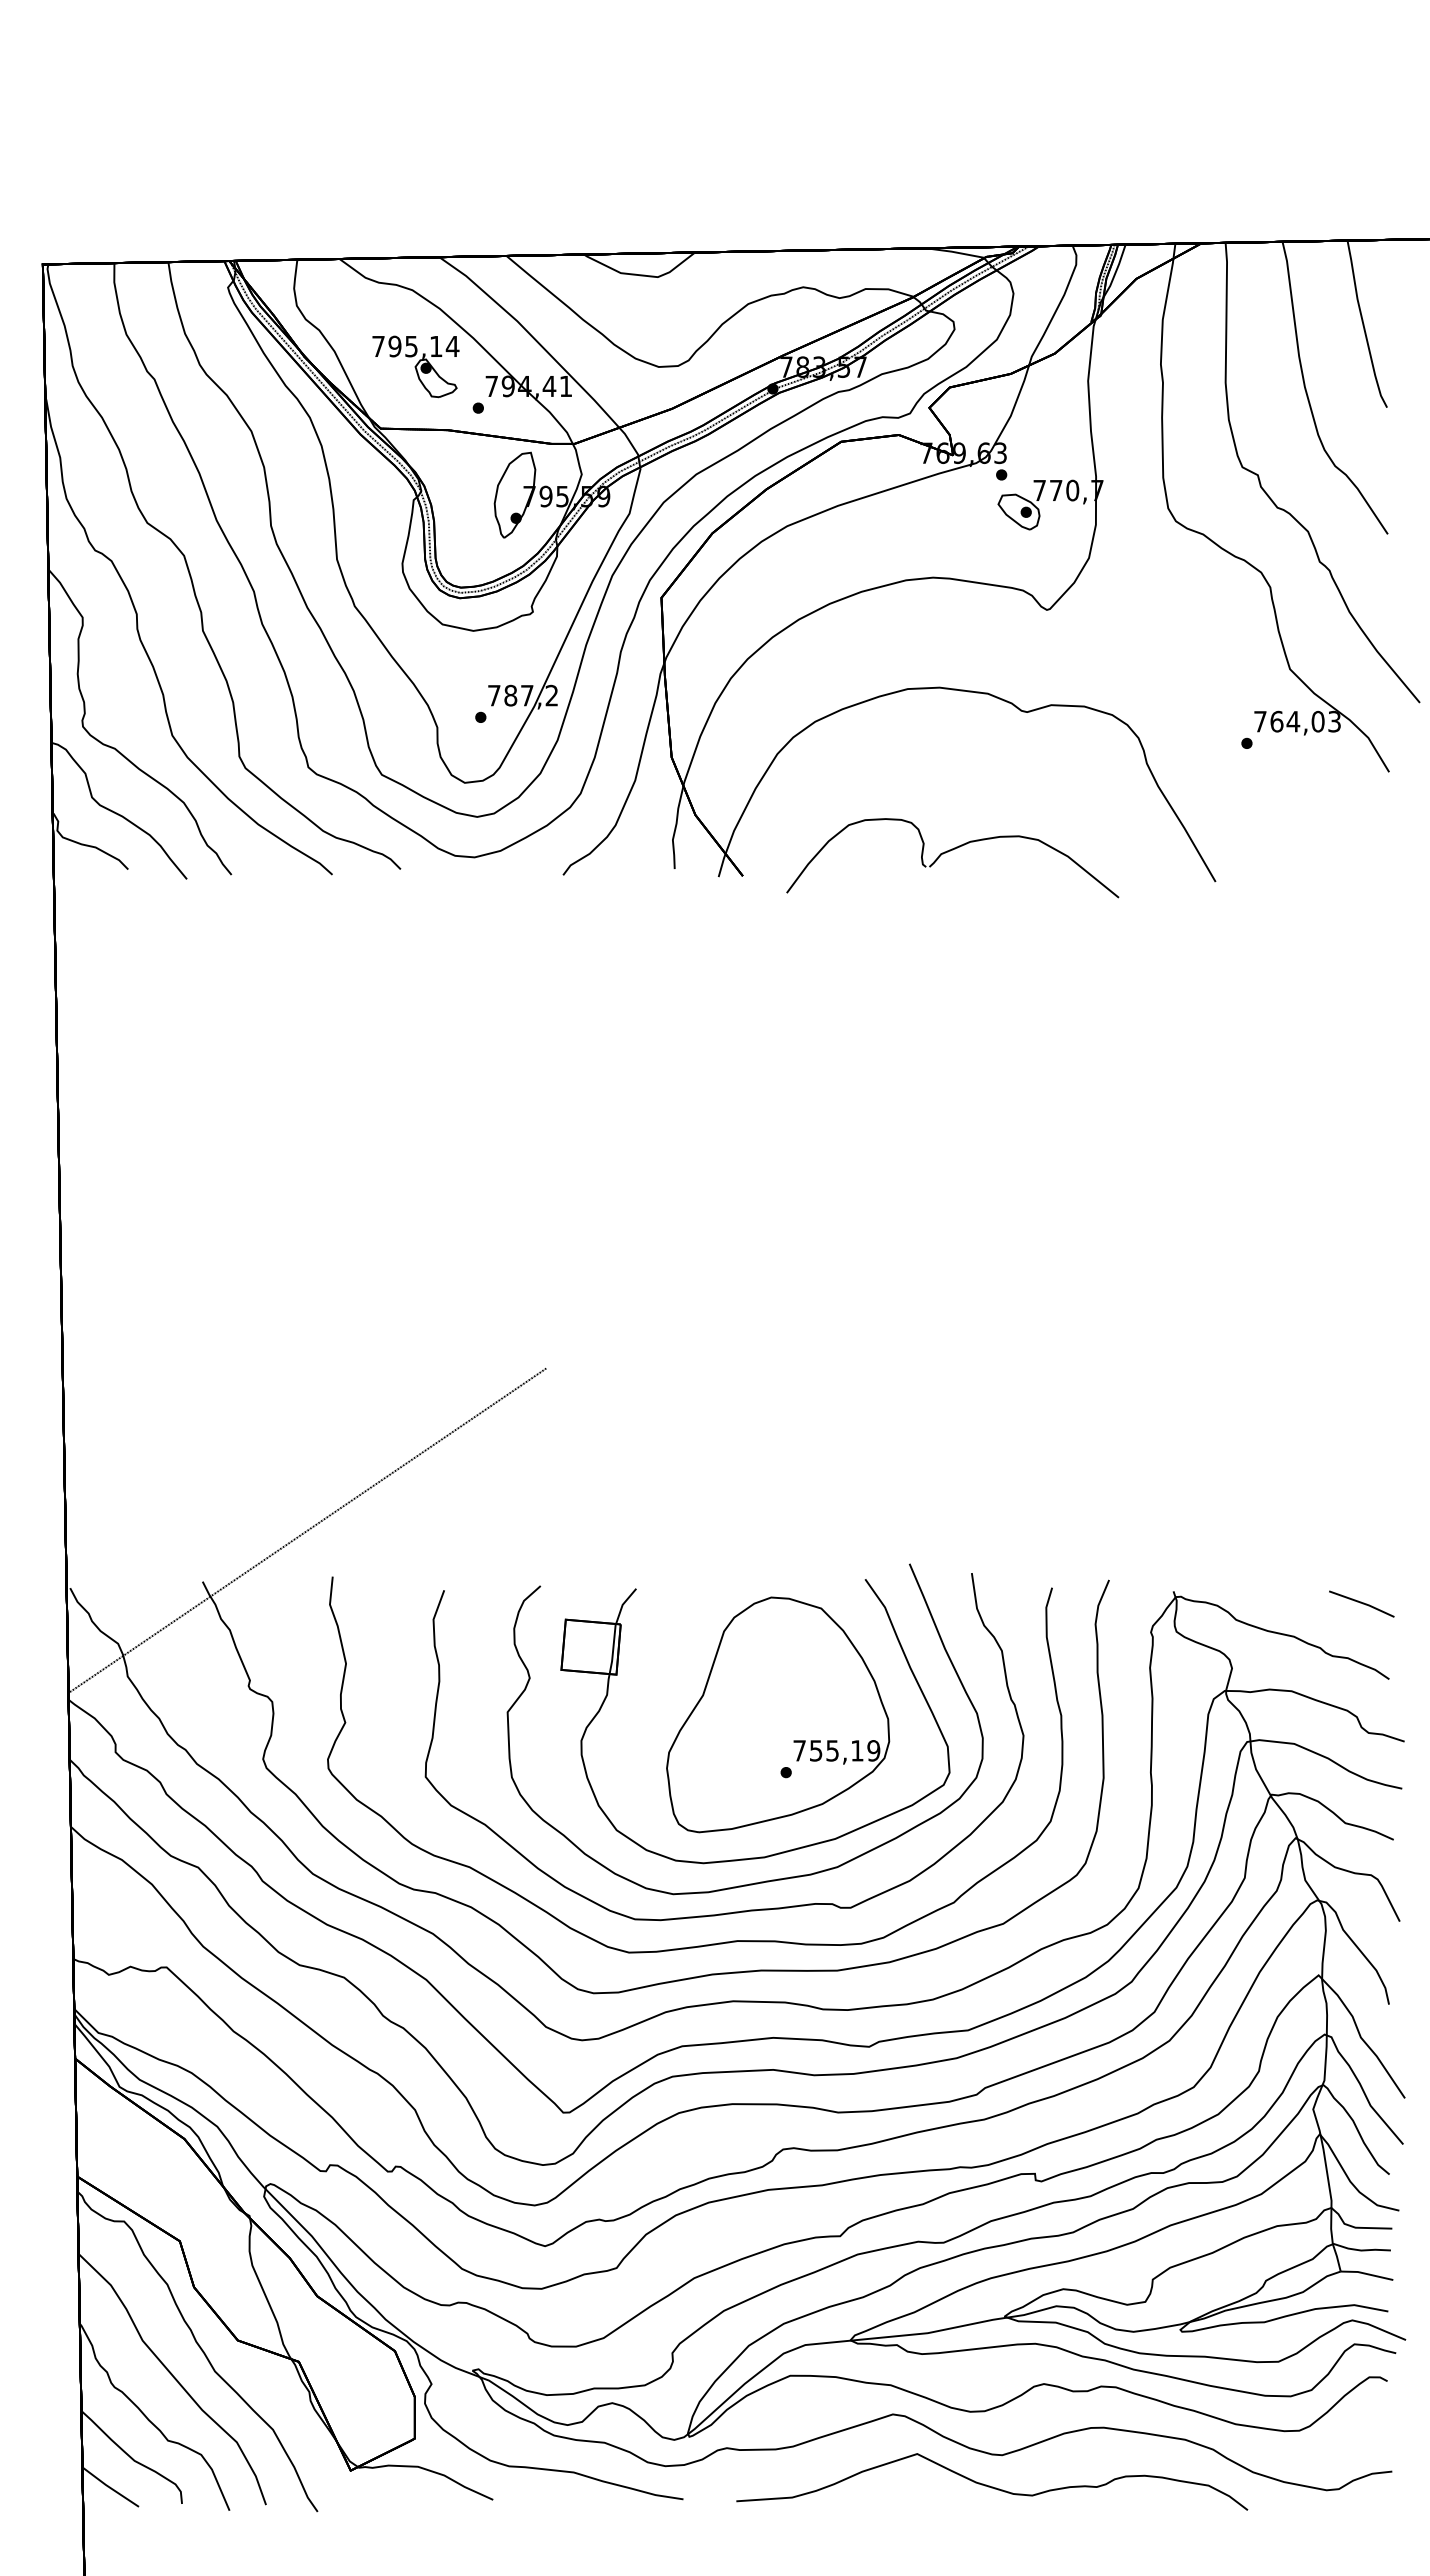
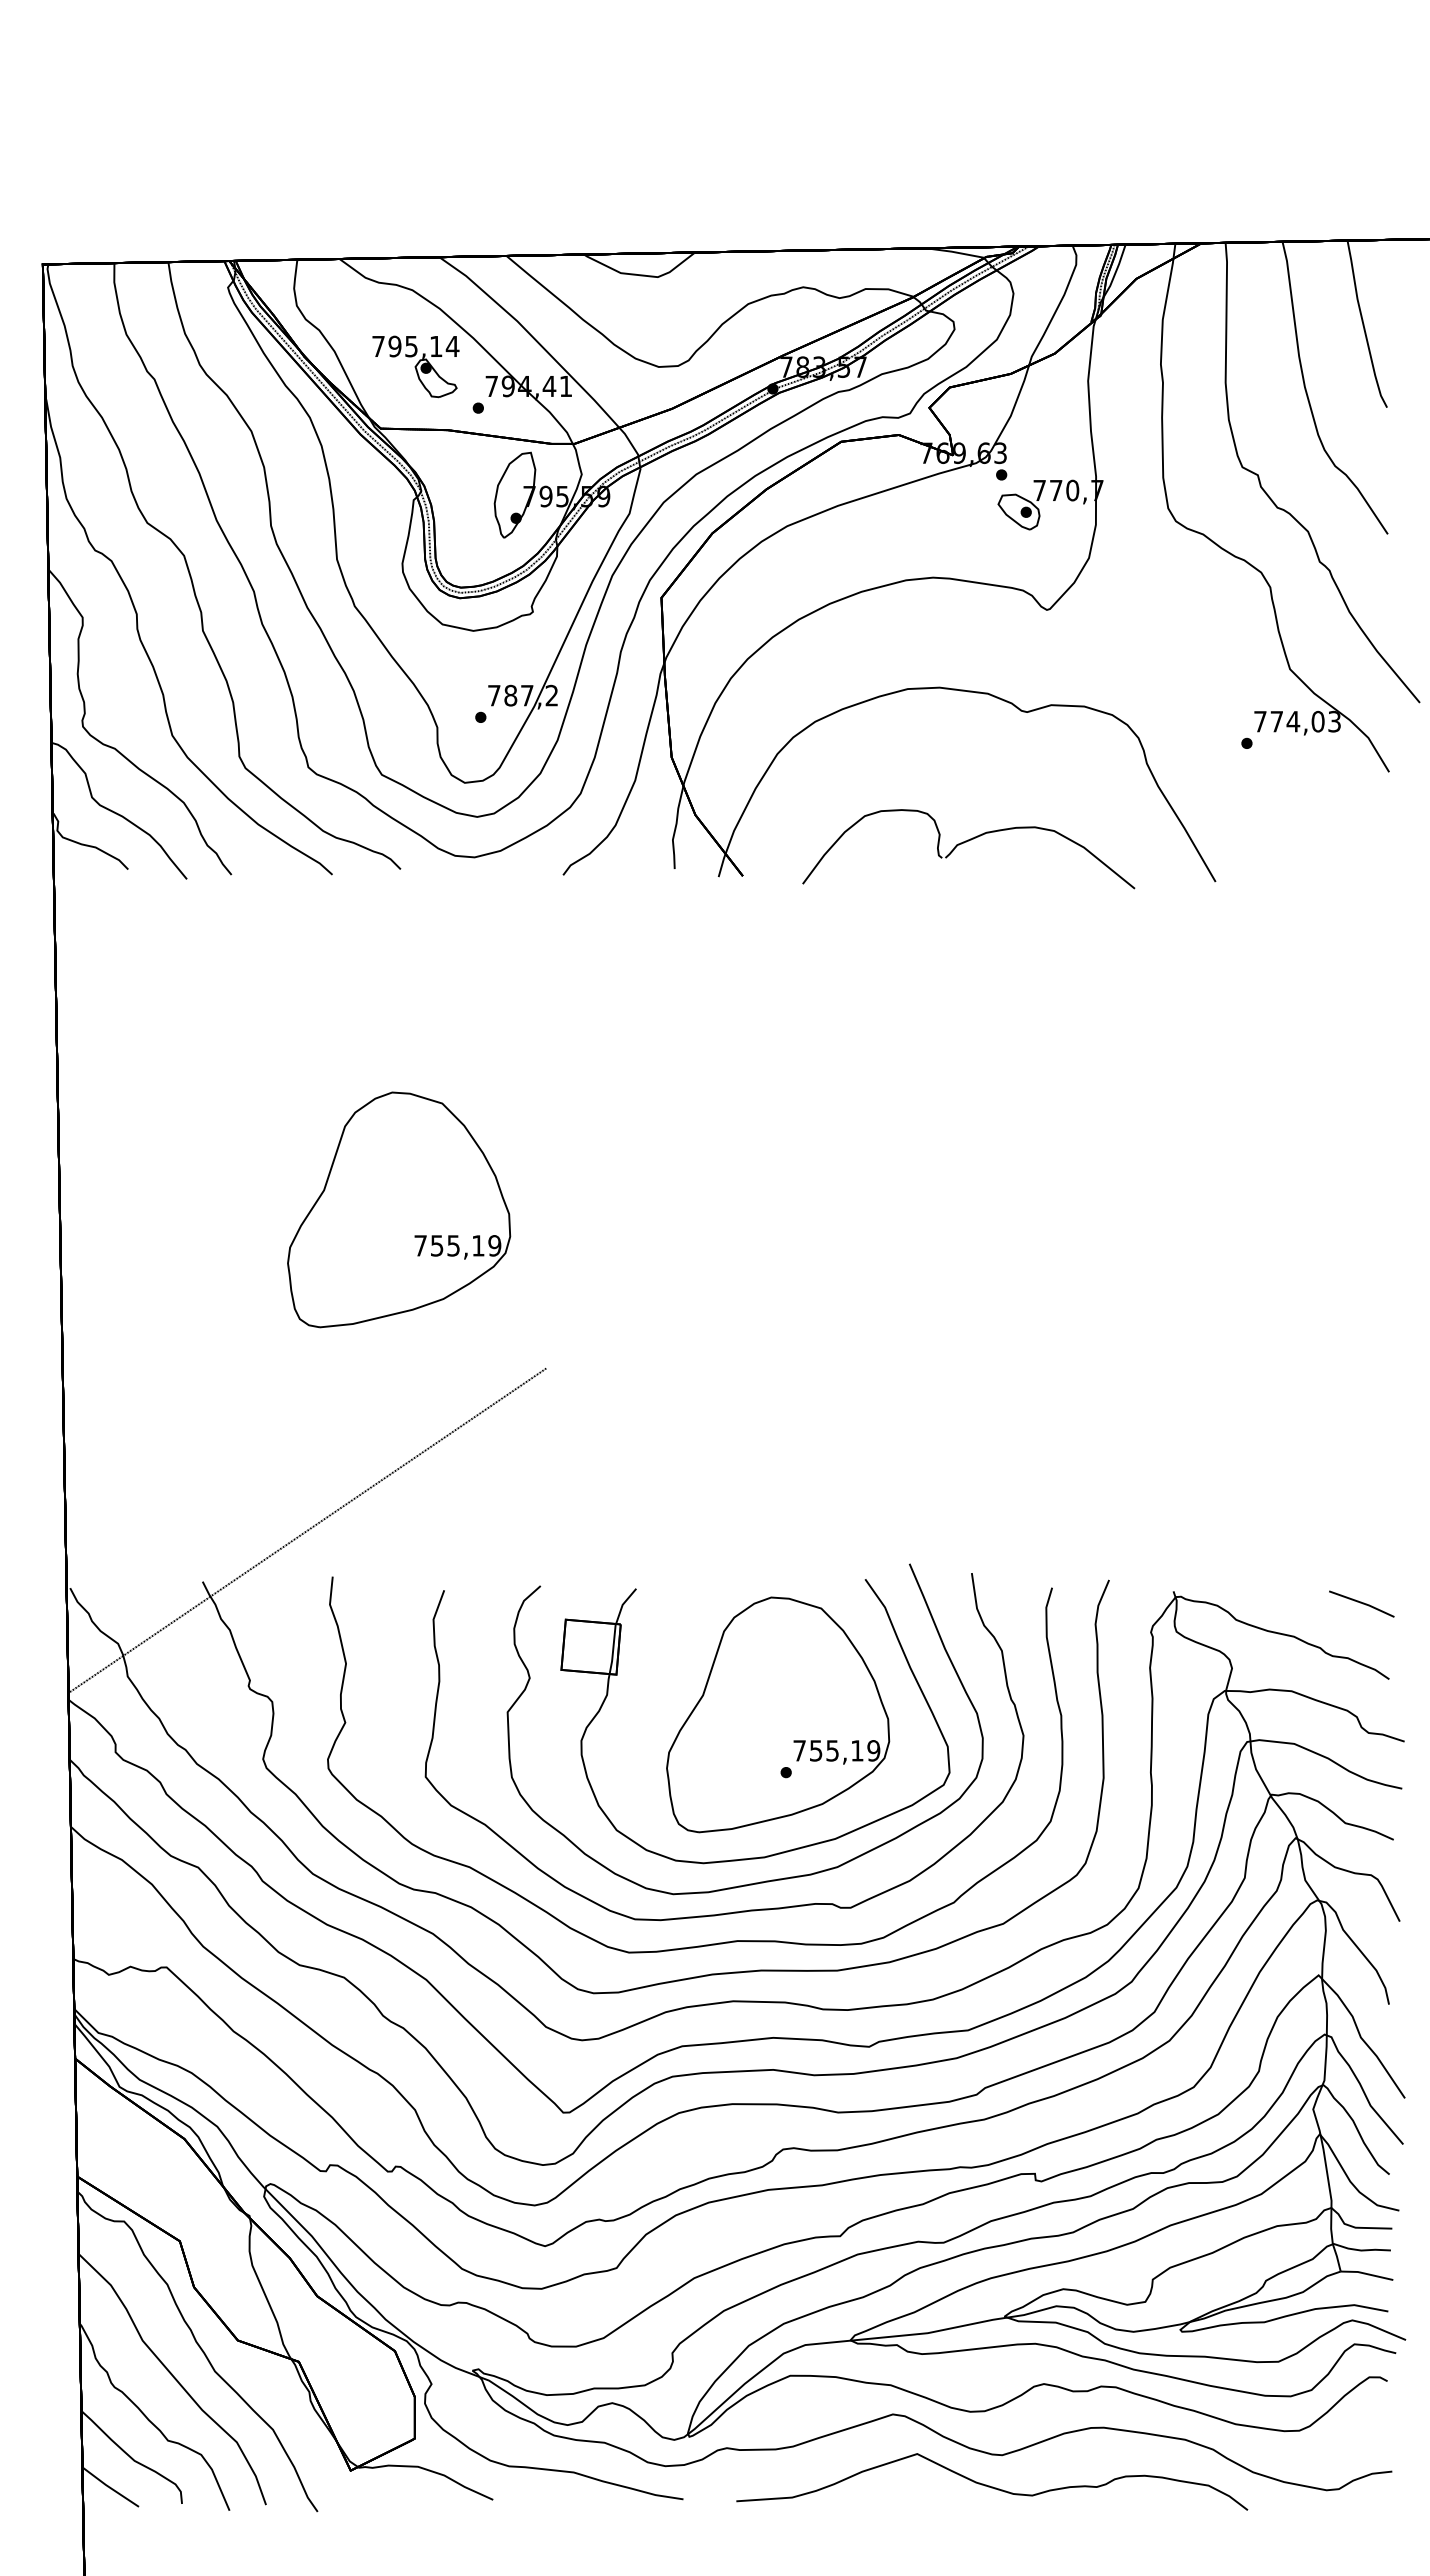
text at (1276, 721): 764,03 -> 774,03
part at (948, 852) position: (948, 852) -> (964, 843)
part at (399, 1209): none -> present
